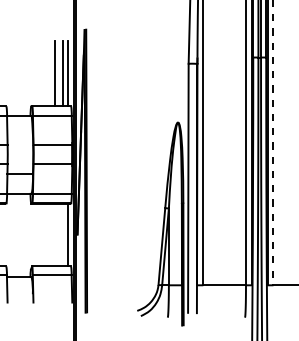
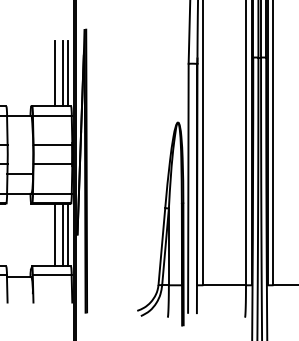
line at (273, 143): dashed -> solid
line at (54, 234): none -> present
line at (63, 234): none -> present
